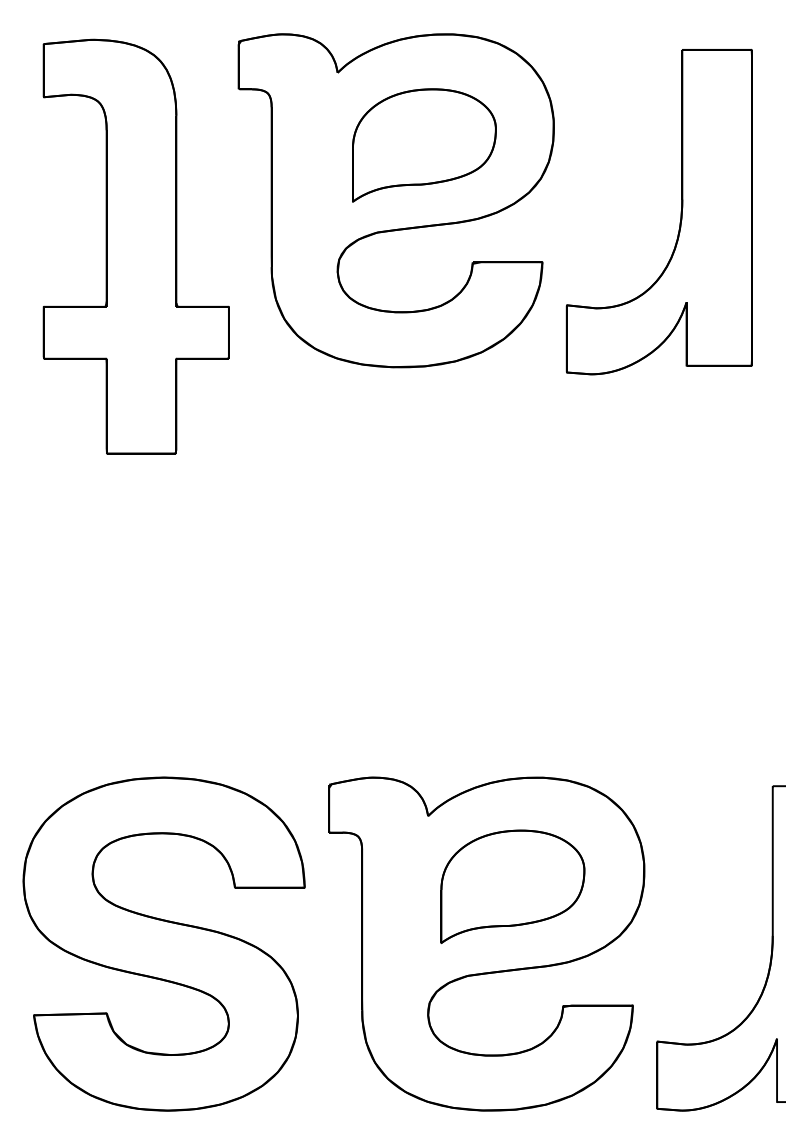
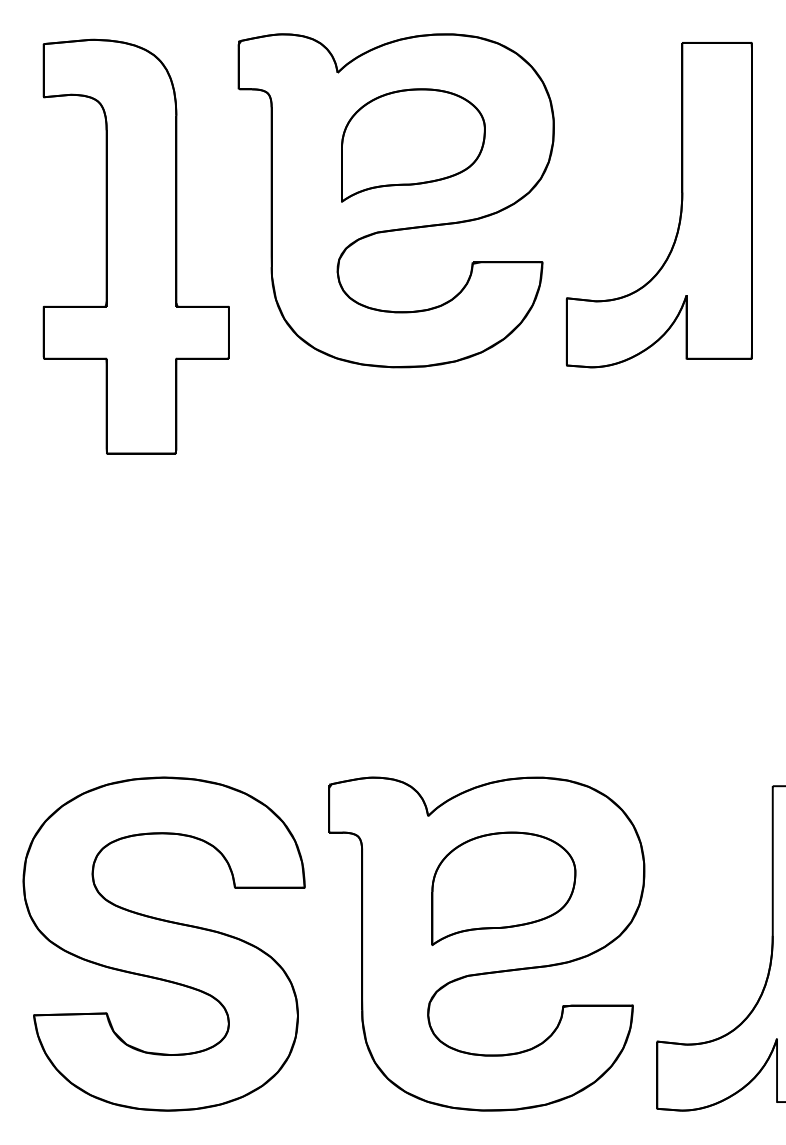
part at (424, 145) position: (424, 145) -> (413, 145)
part at (680, 212) position: (680, 212) -> (680, 205)
part at (512, 886) position: (512, 886) -> (503, 888)
